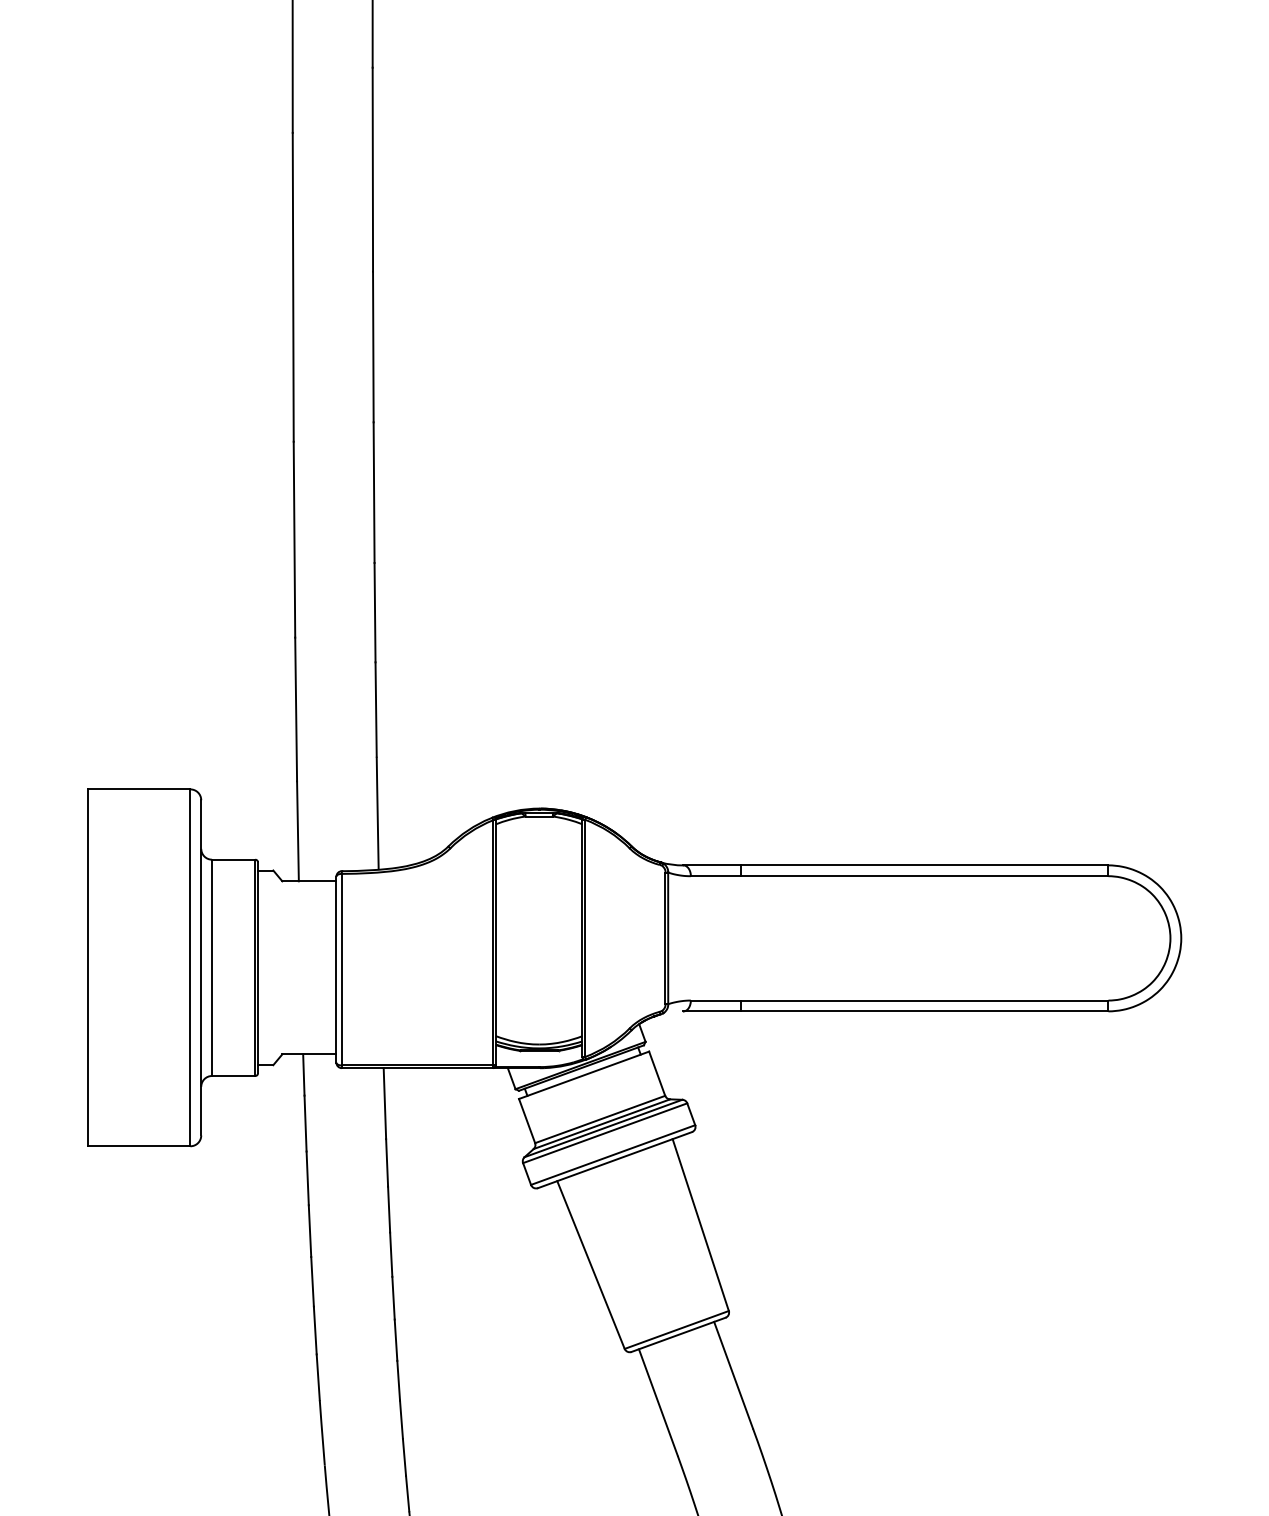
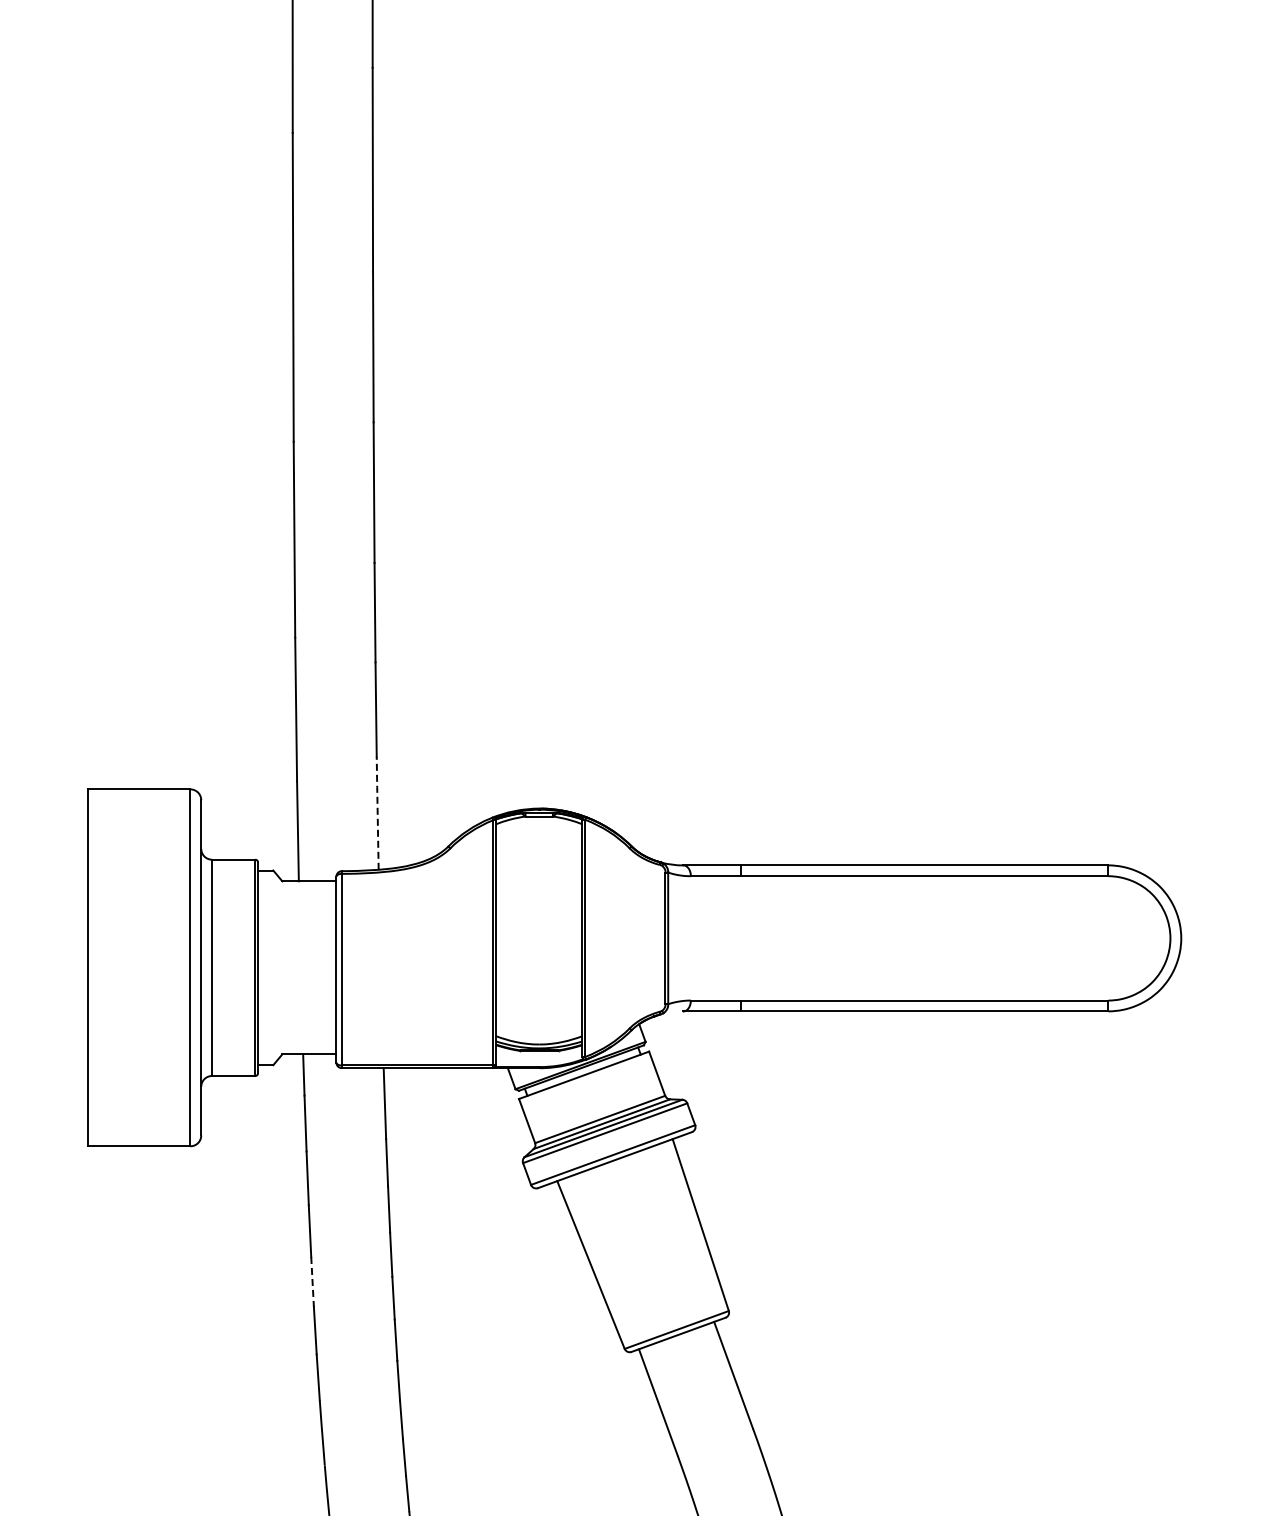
line at (377, 812): solid -> dashed
line at (312, 1281): solid -> dashed
